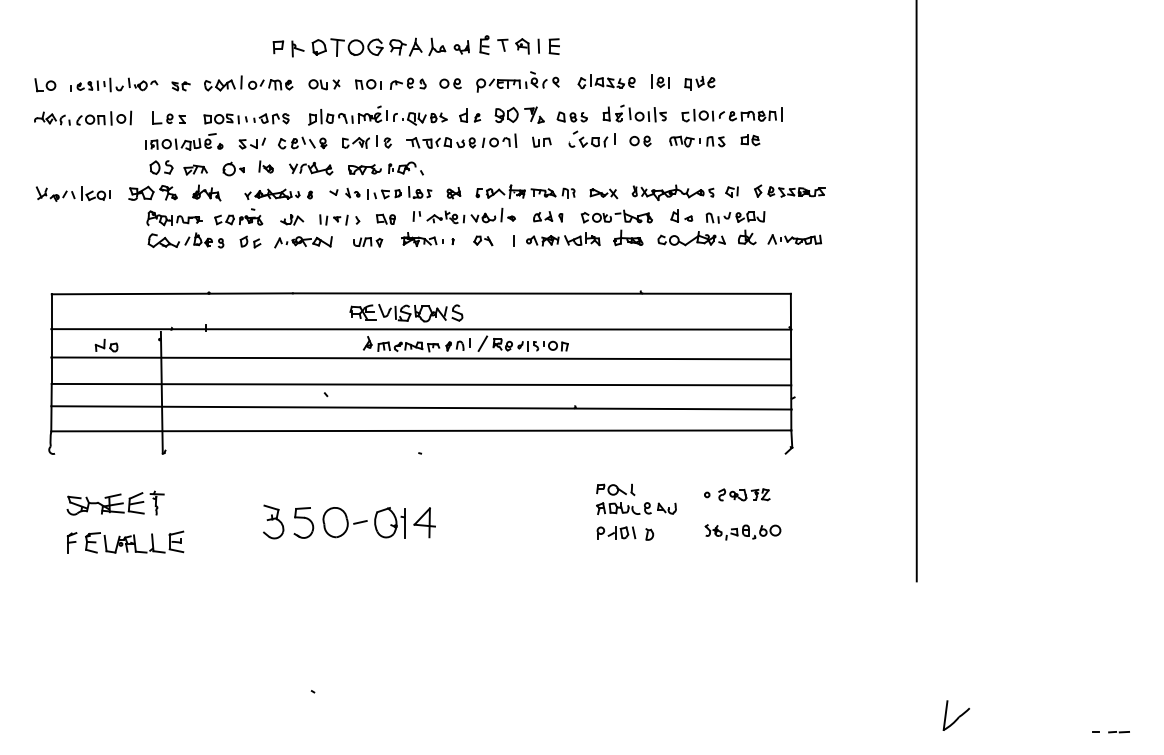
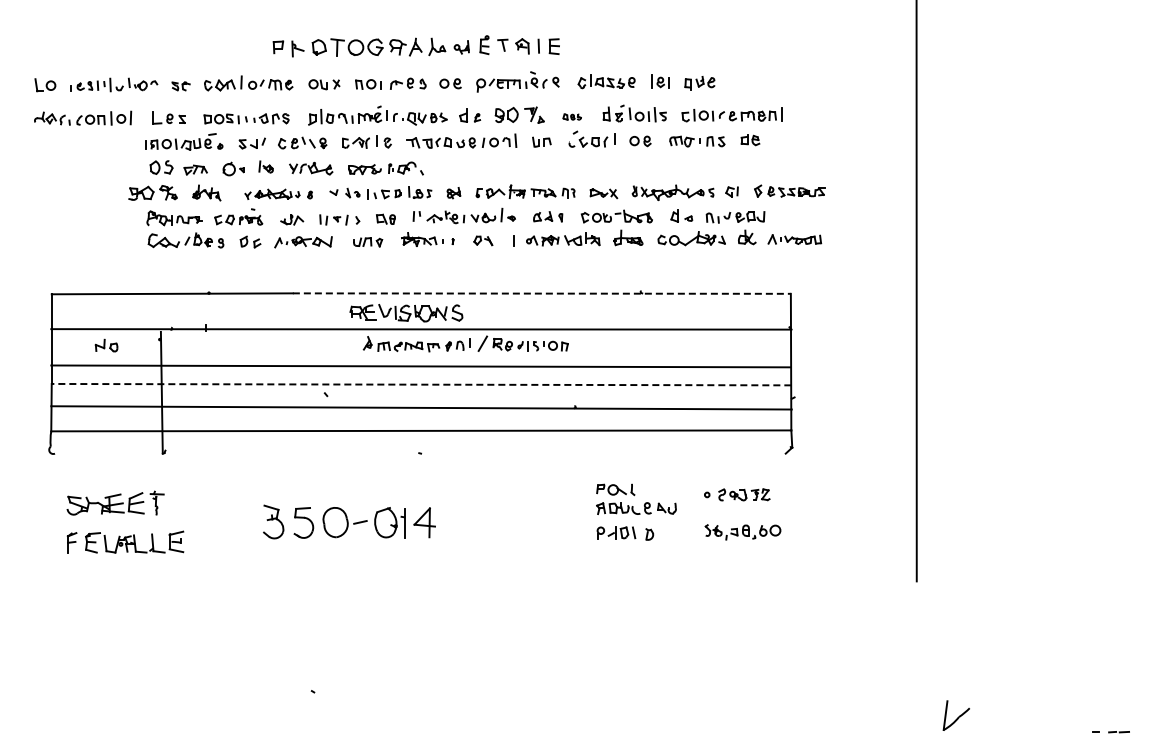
part at (571, 116) size: 32x12 px -> 20x8 px
part at (72, 193): present -> none
line at (542, 293): solid -> dashed
line at (420, 358) position: (420, 358) -> (420, 366)
line at (421, 384): solid -> dashed
